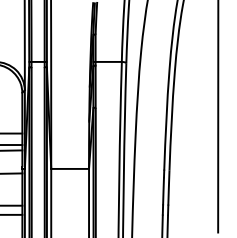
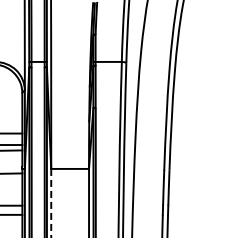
line at (218, 117): present -> none
line at (51, 203): solid -> dashed
